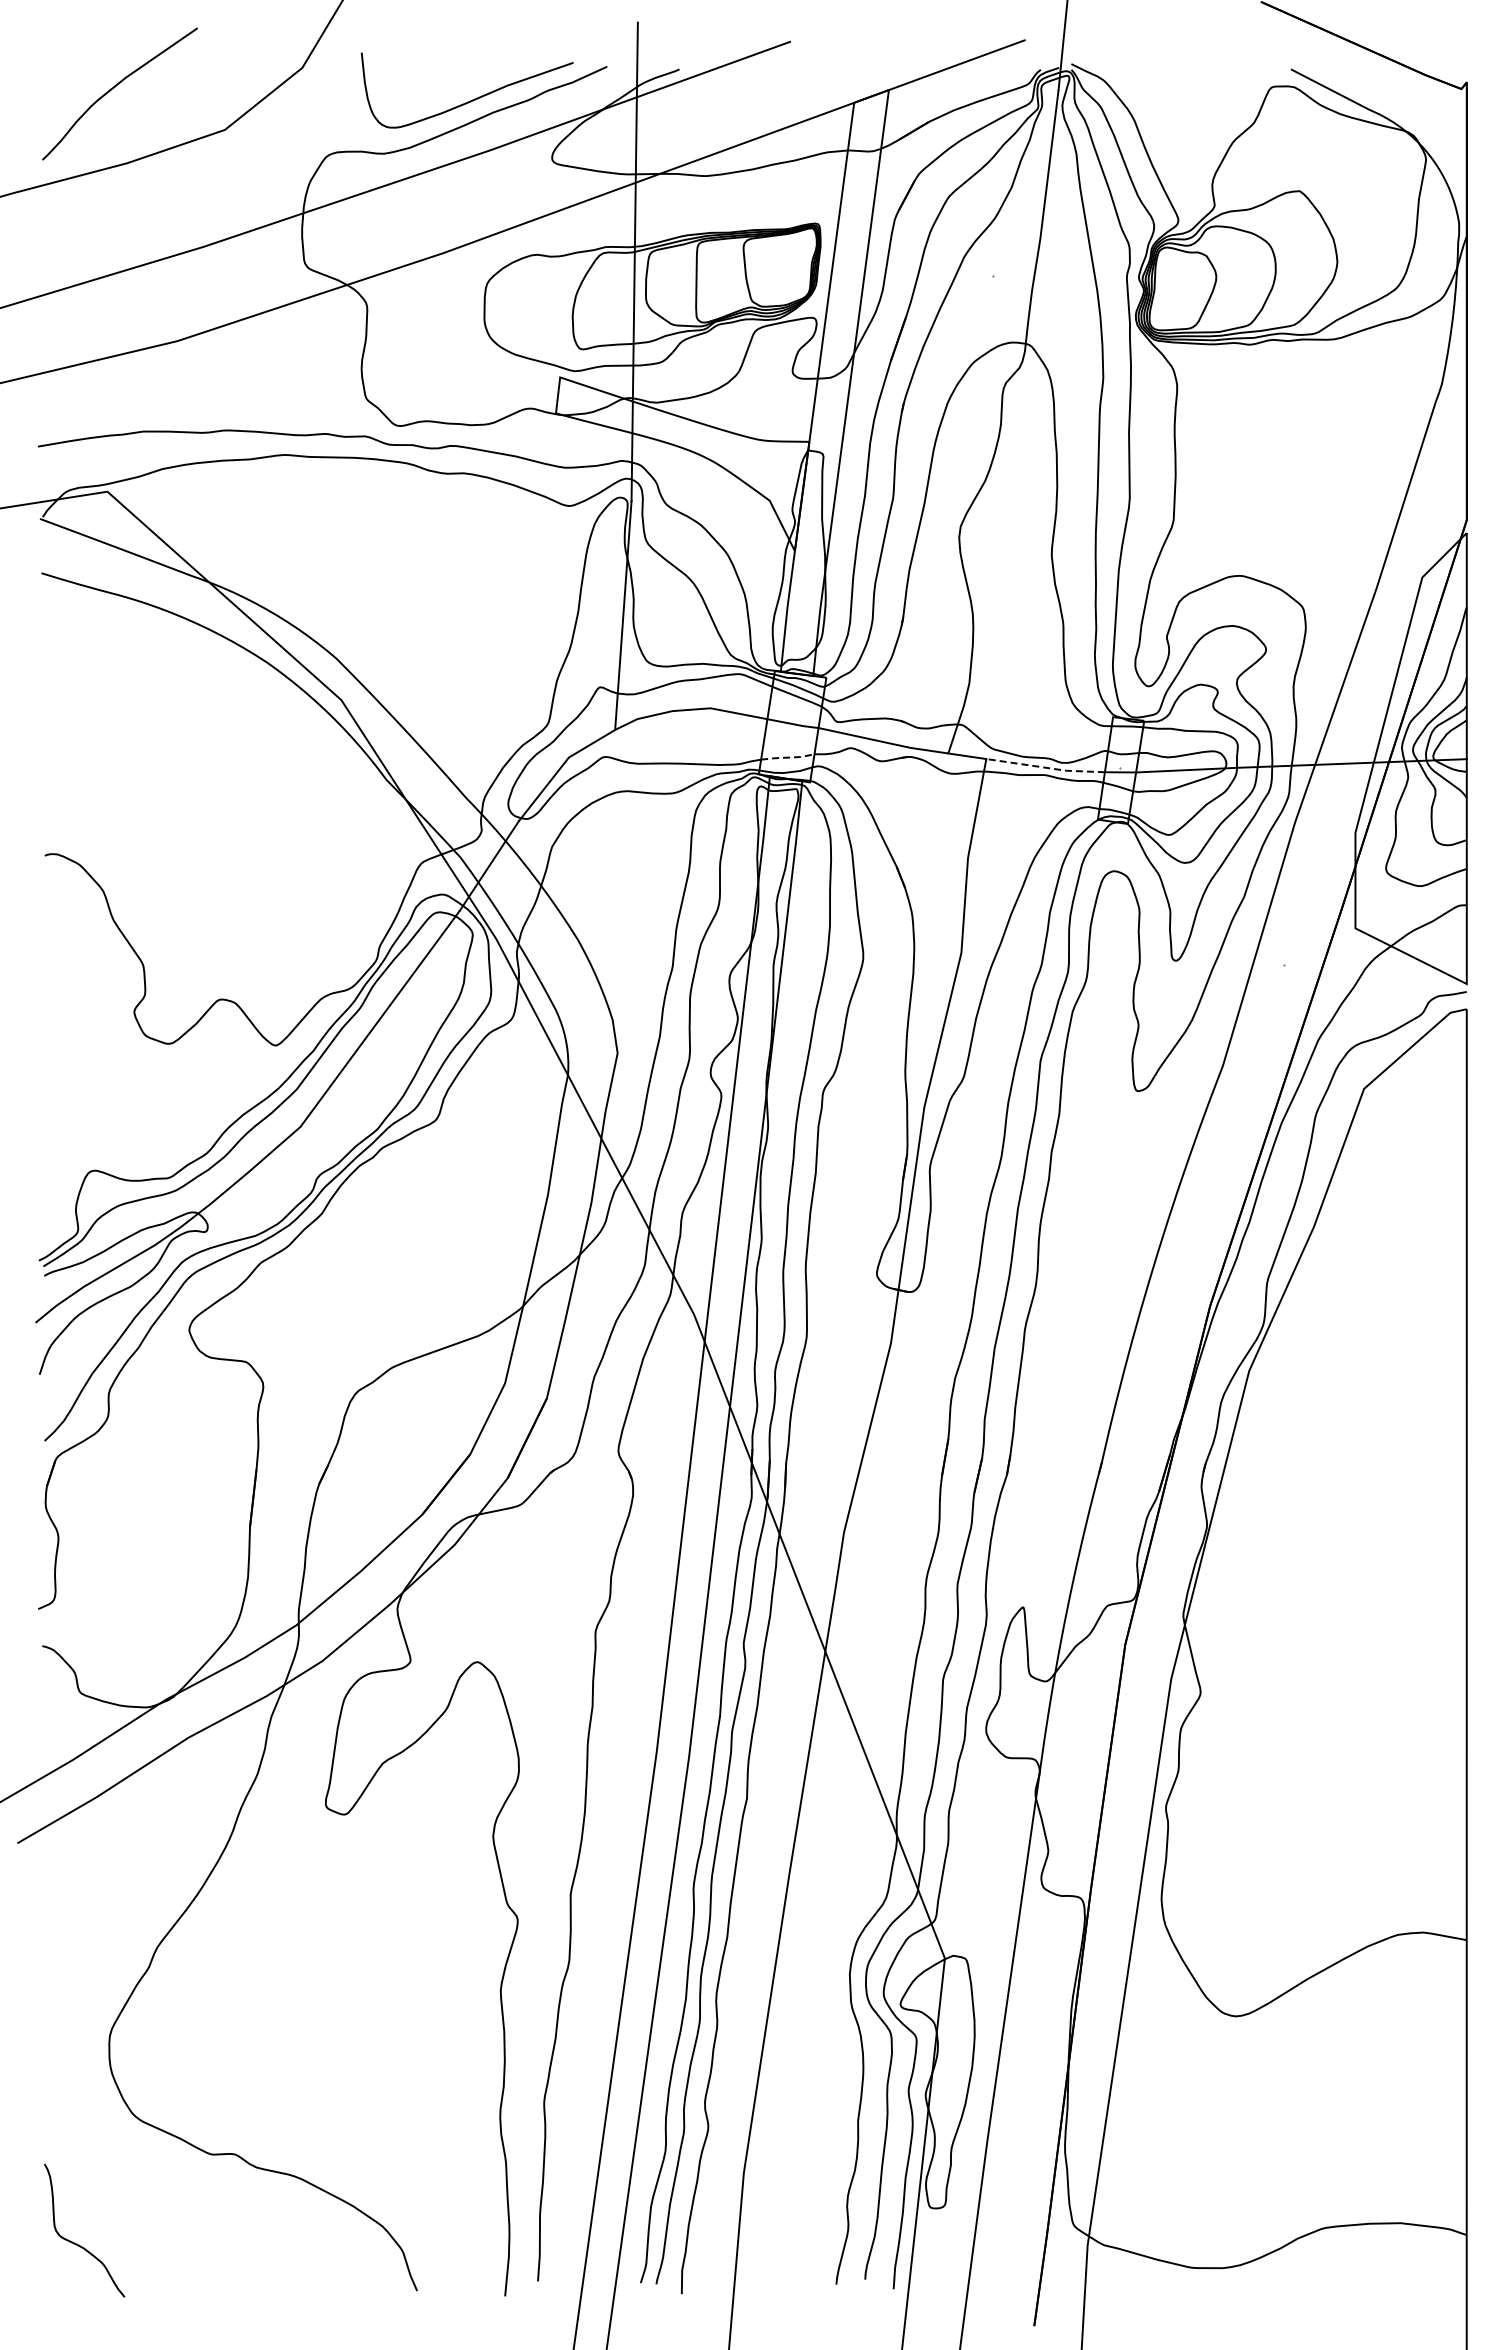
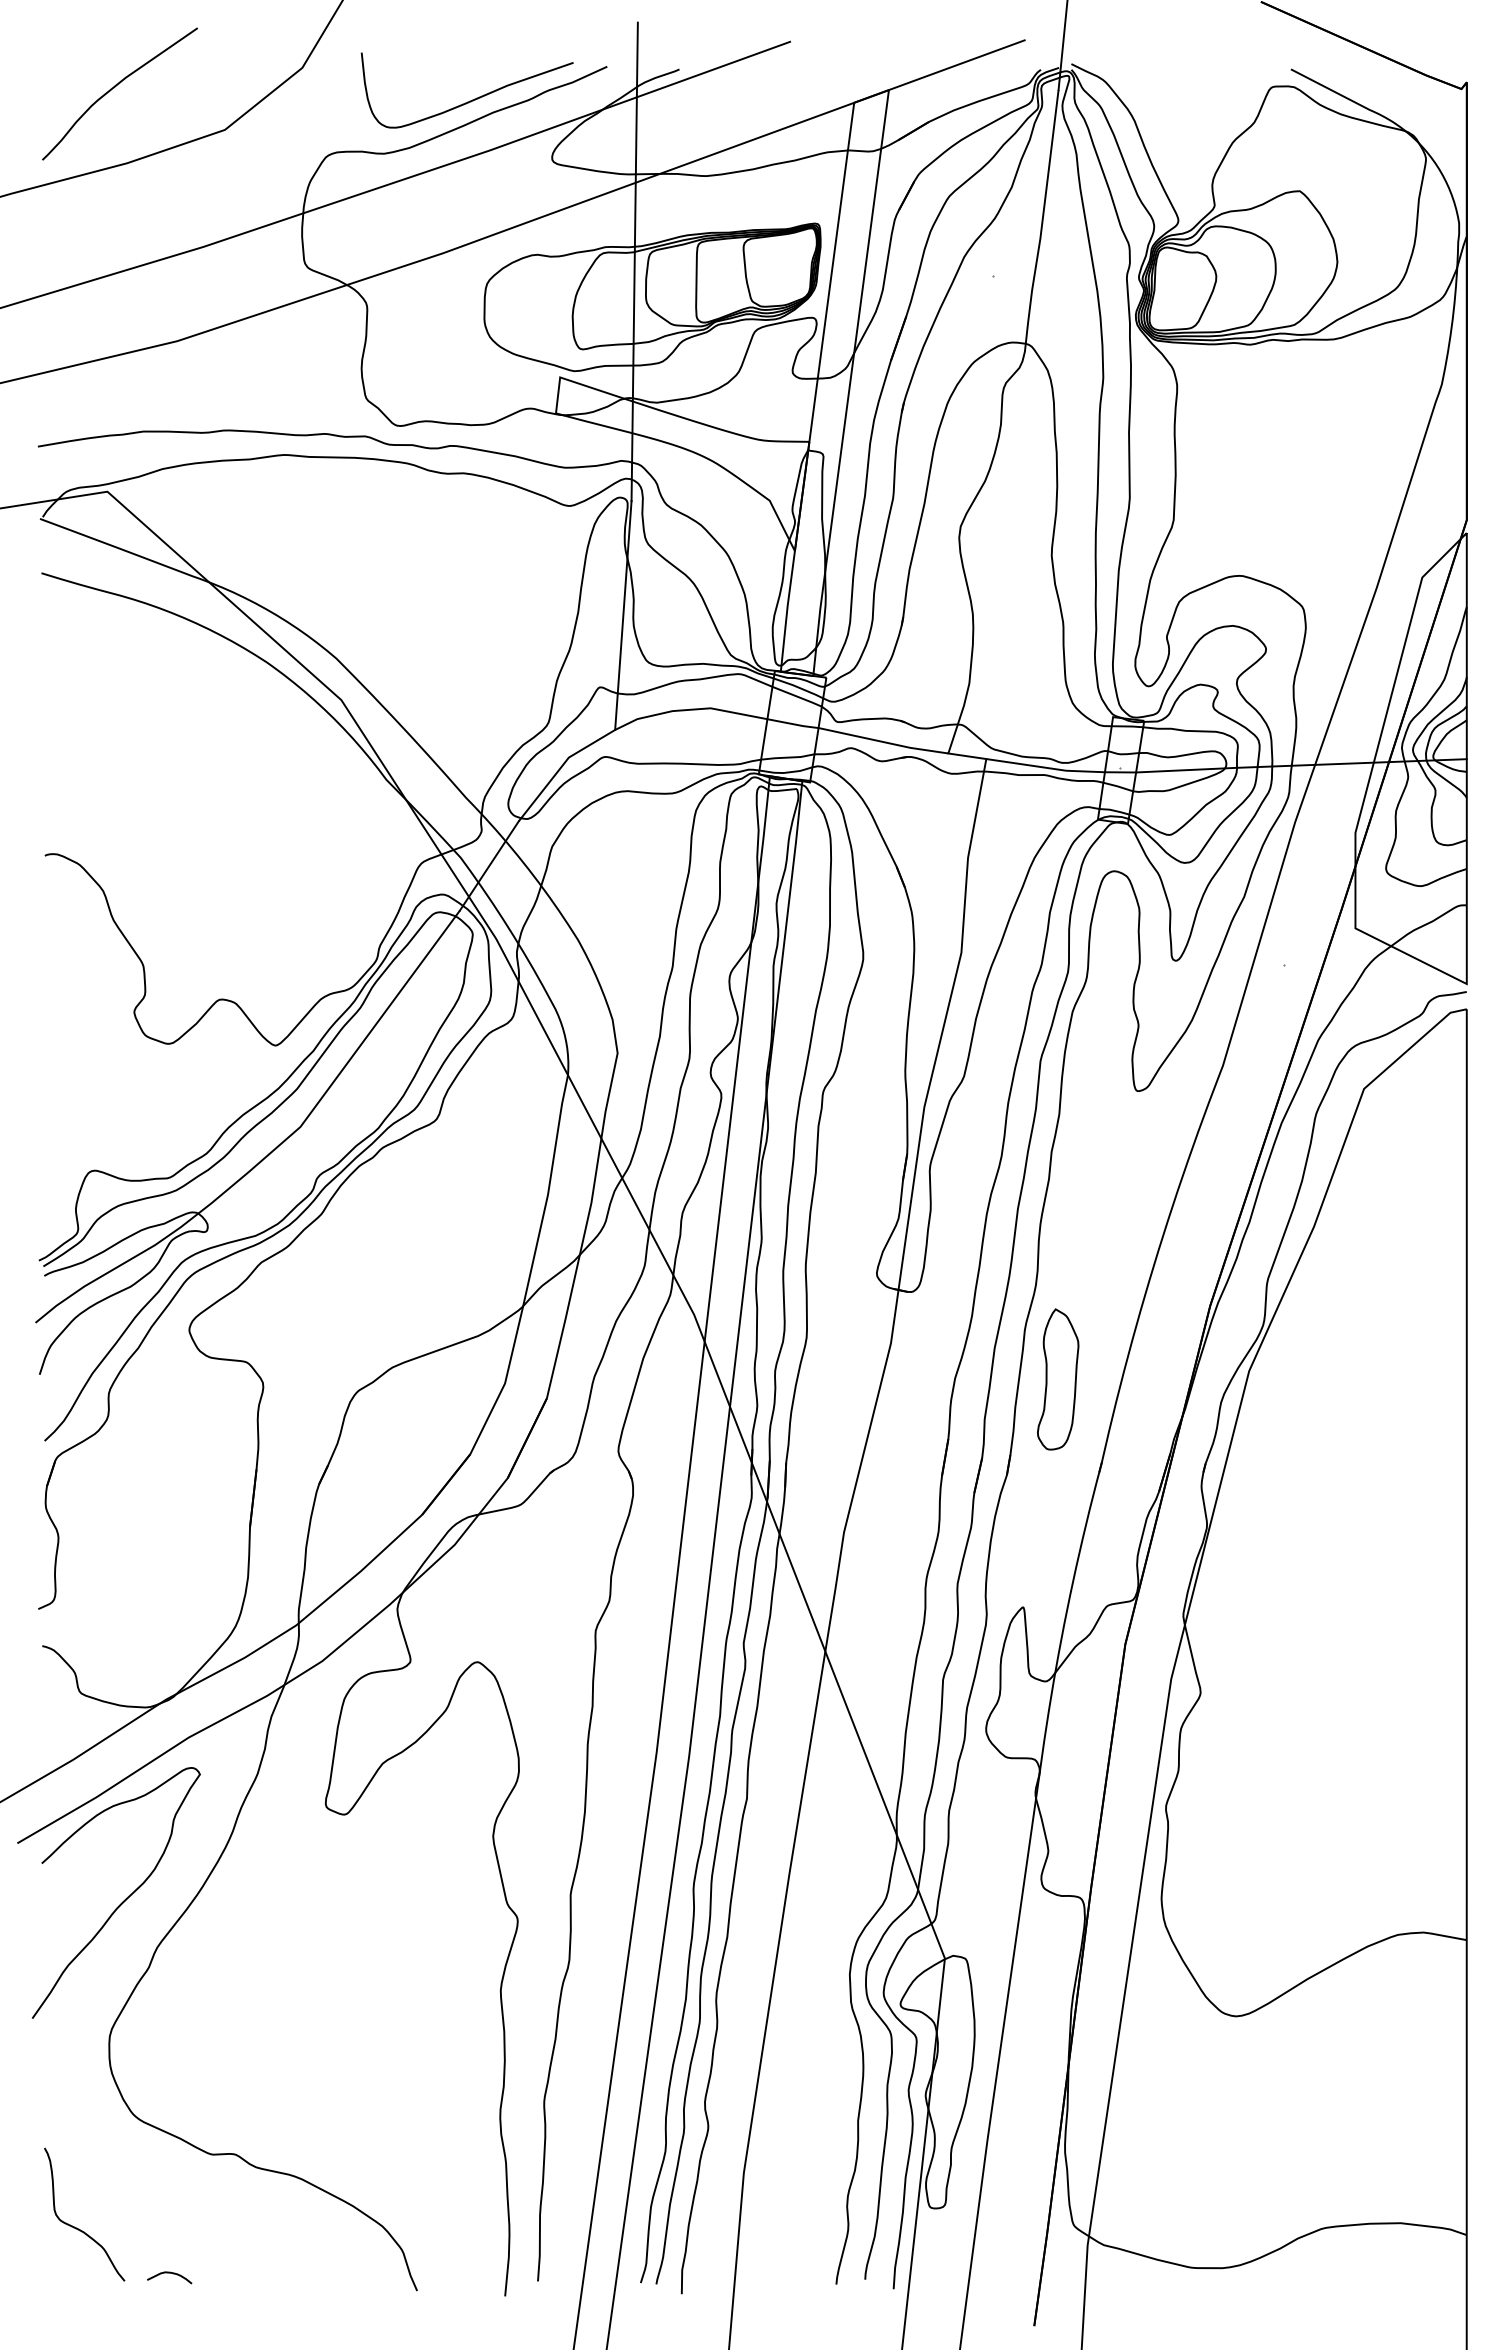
line at (787, 757): dashed -> solid
line at (1045, 767): dashed -> solid
part at (1058, 1379): none -> present
curve at (124, 1899): none -> present
curve at (78, 2244) position: (78, 2244) -> (78, 2228)
curve at (169, 2273): none -> present
